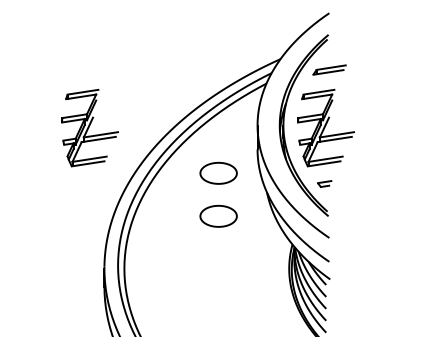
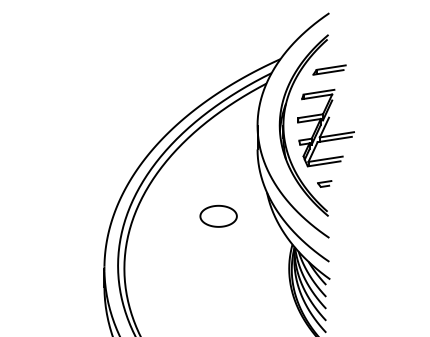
part at (89, 127): present -> none
part at (218, 172): present -> none
